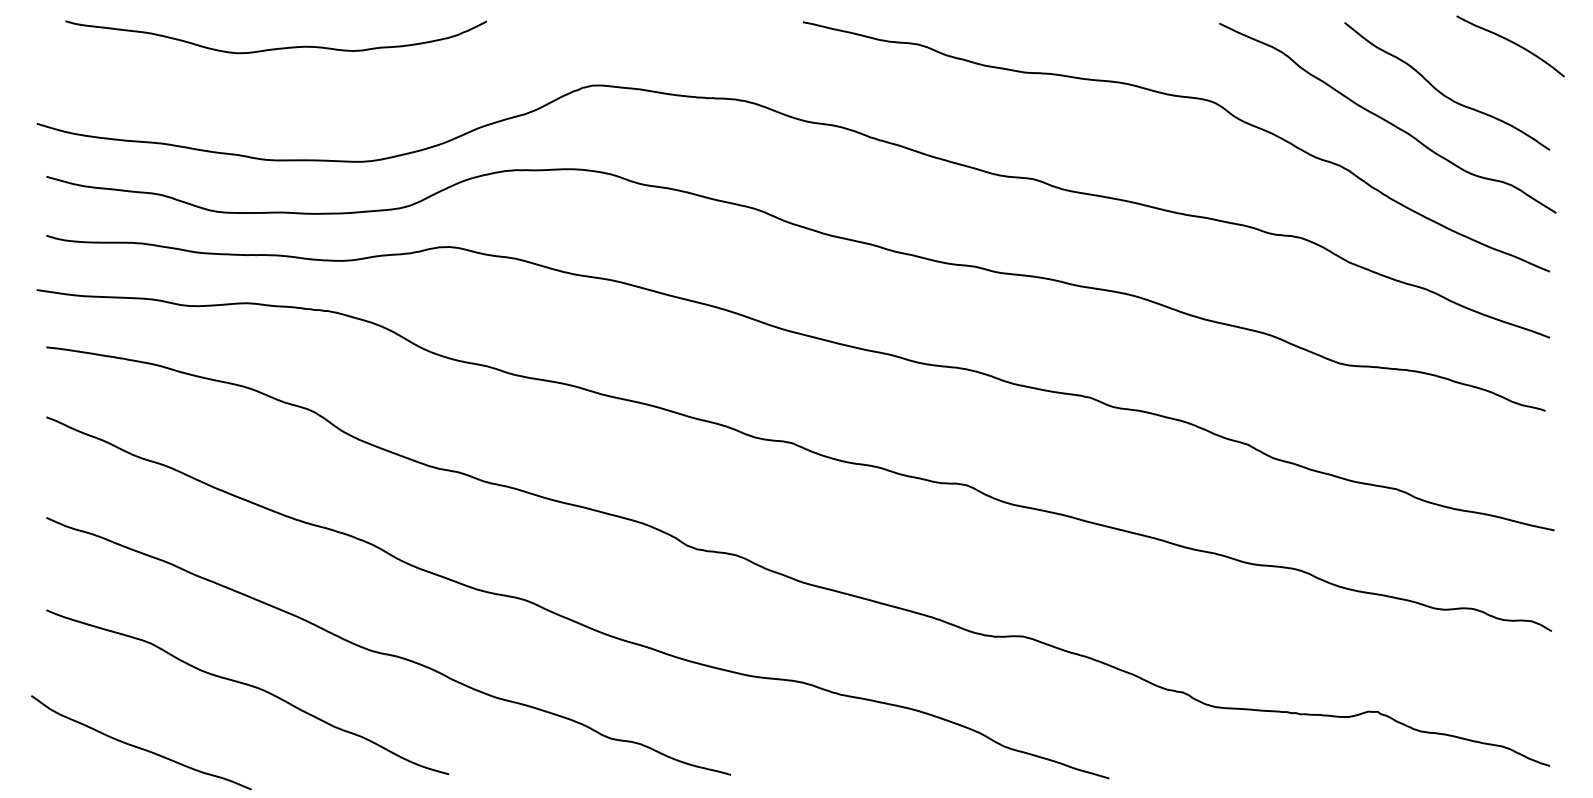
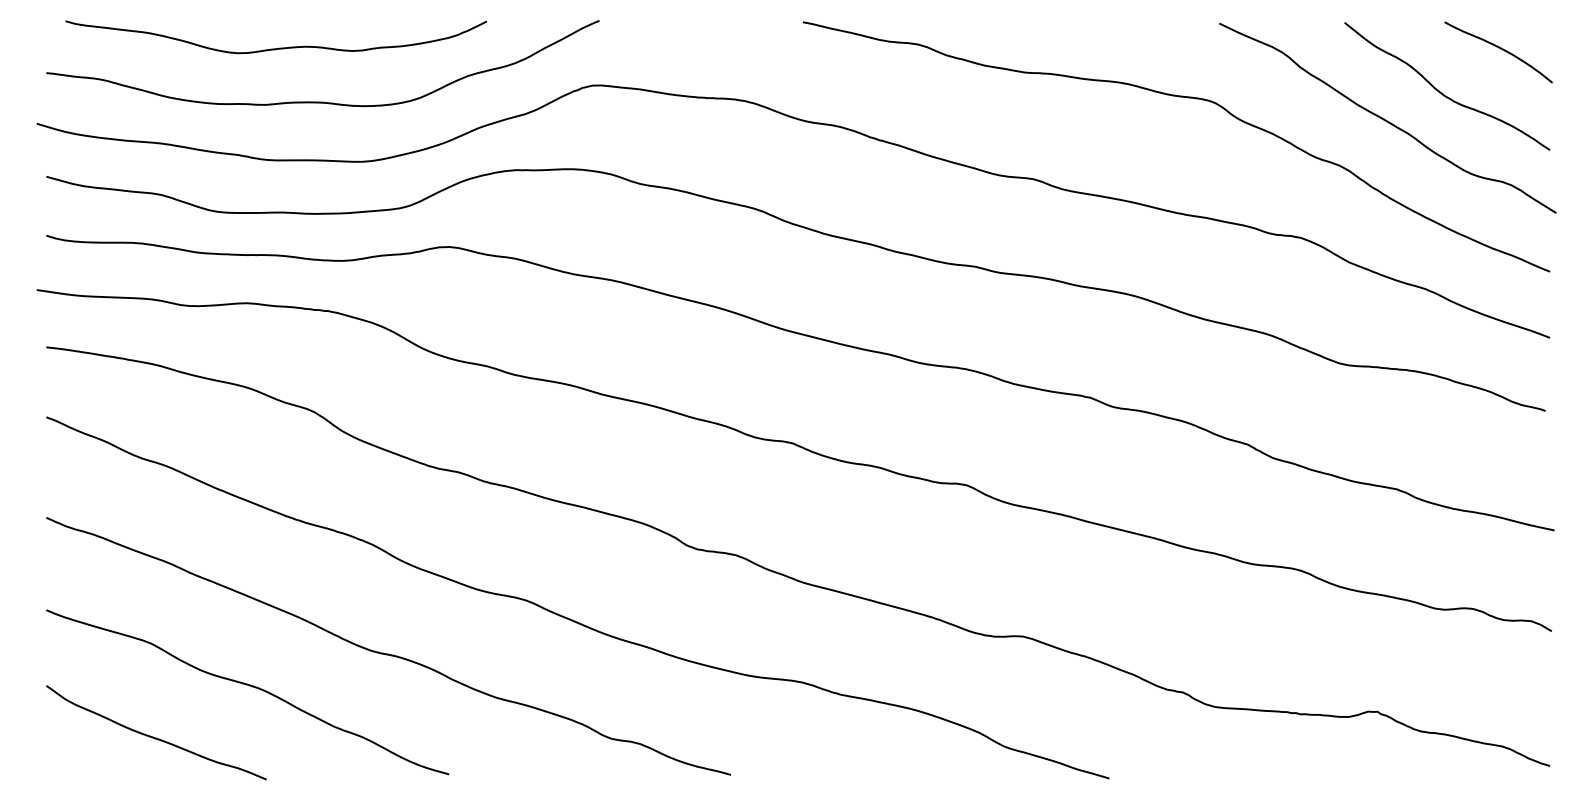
curve at (1512, 43) position: (1512, 43) -> (1500, 49)
curve at (322, 101): none -> present
curve at (138, 746) position: (138, 746) -> (153, 736)
